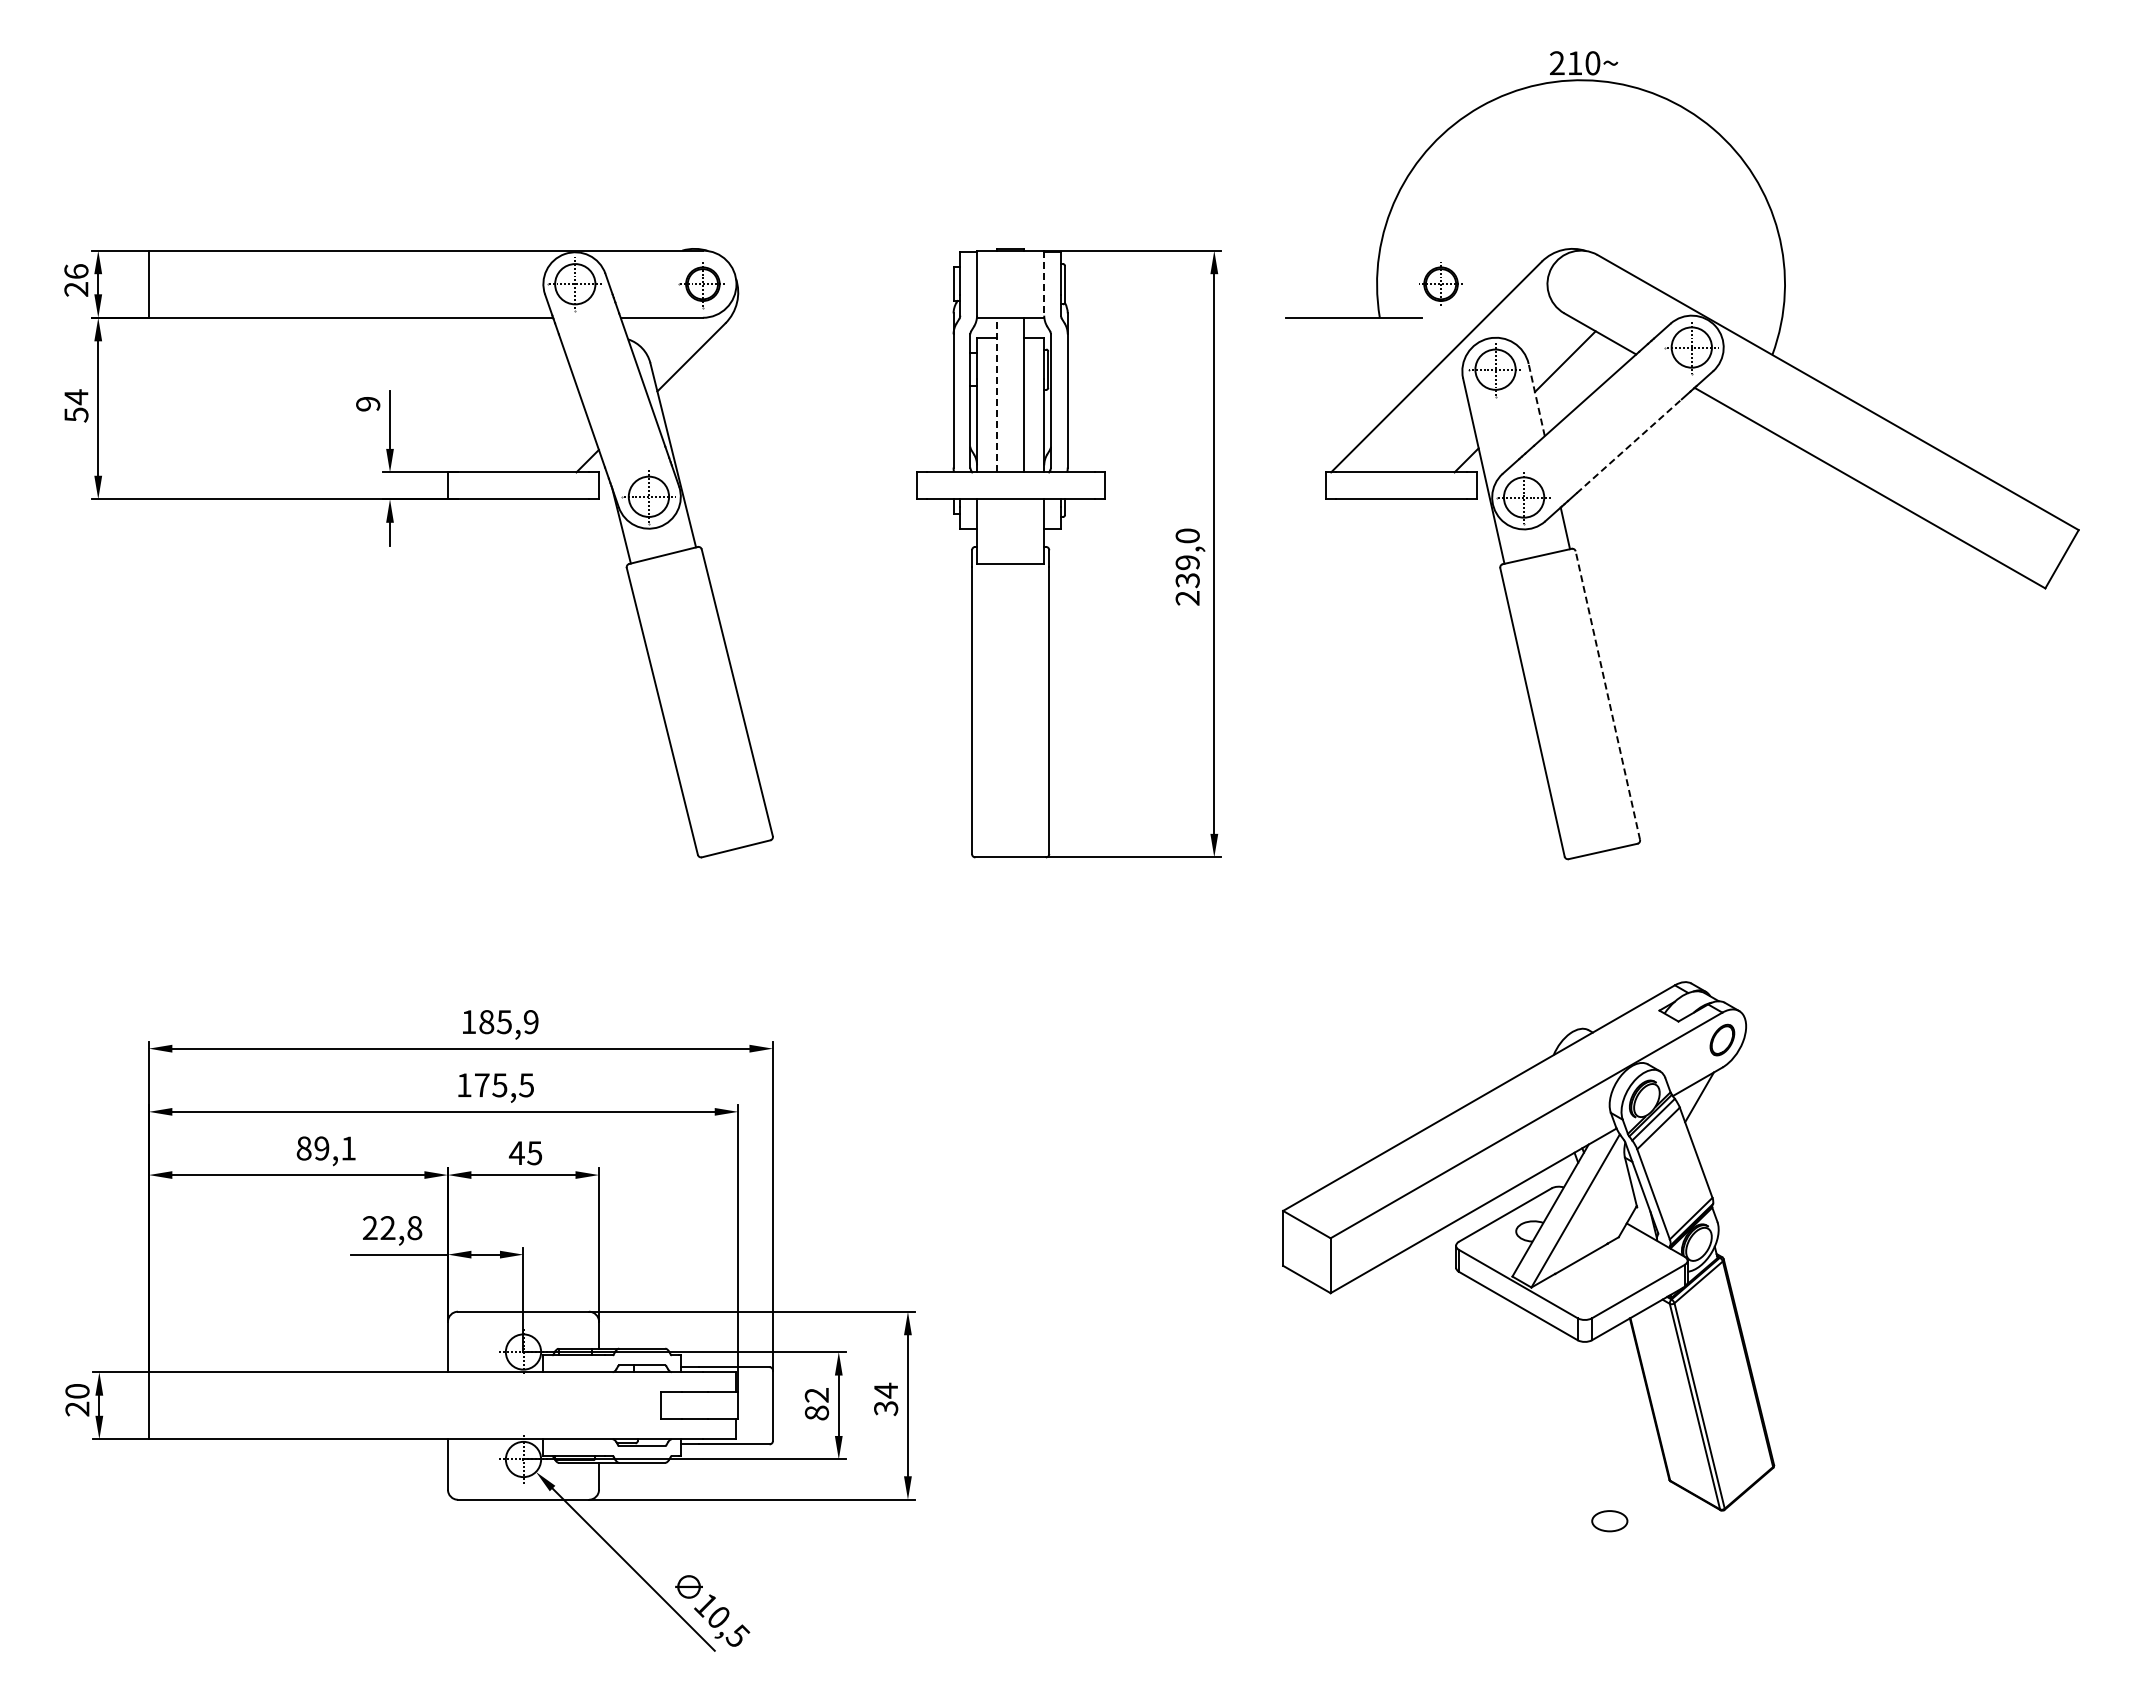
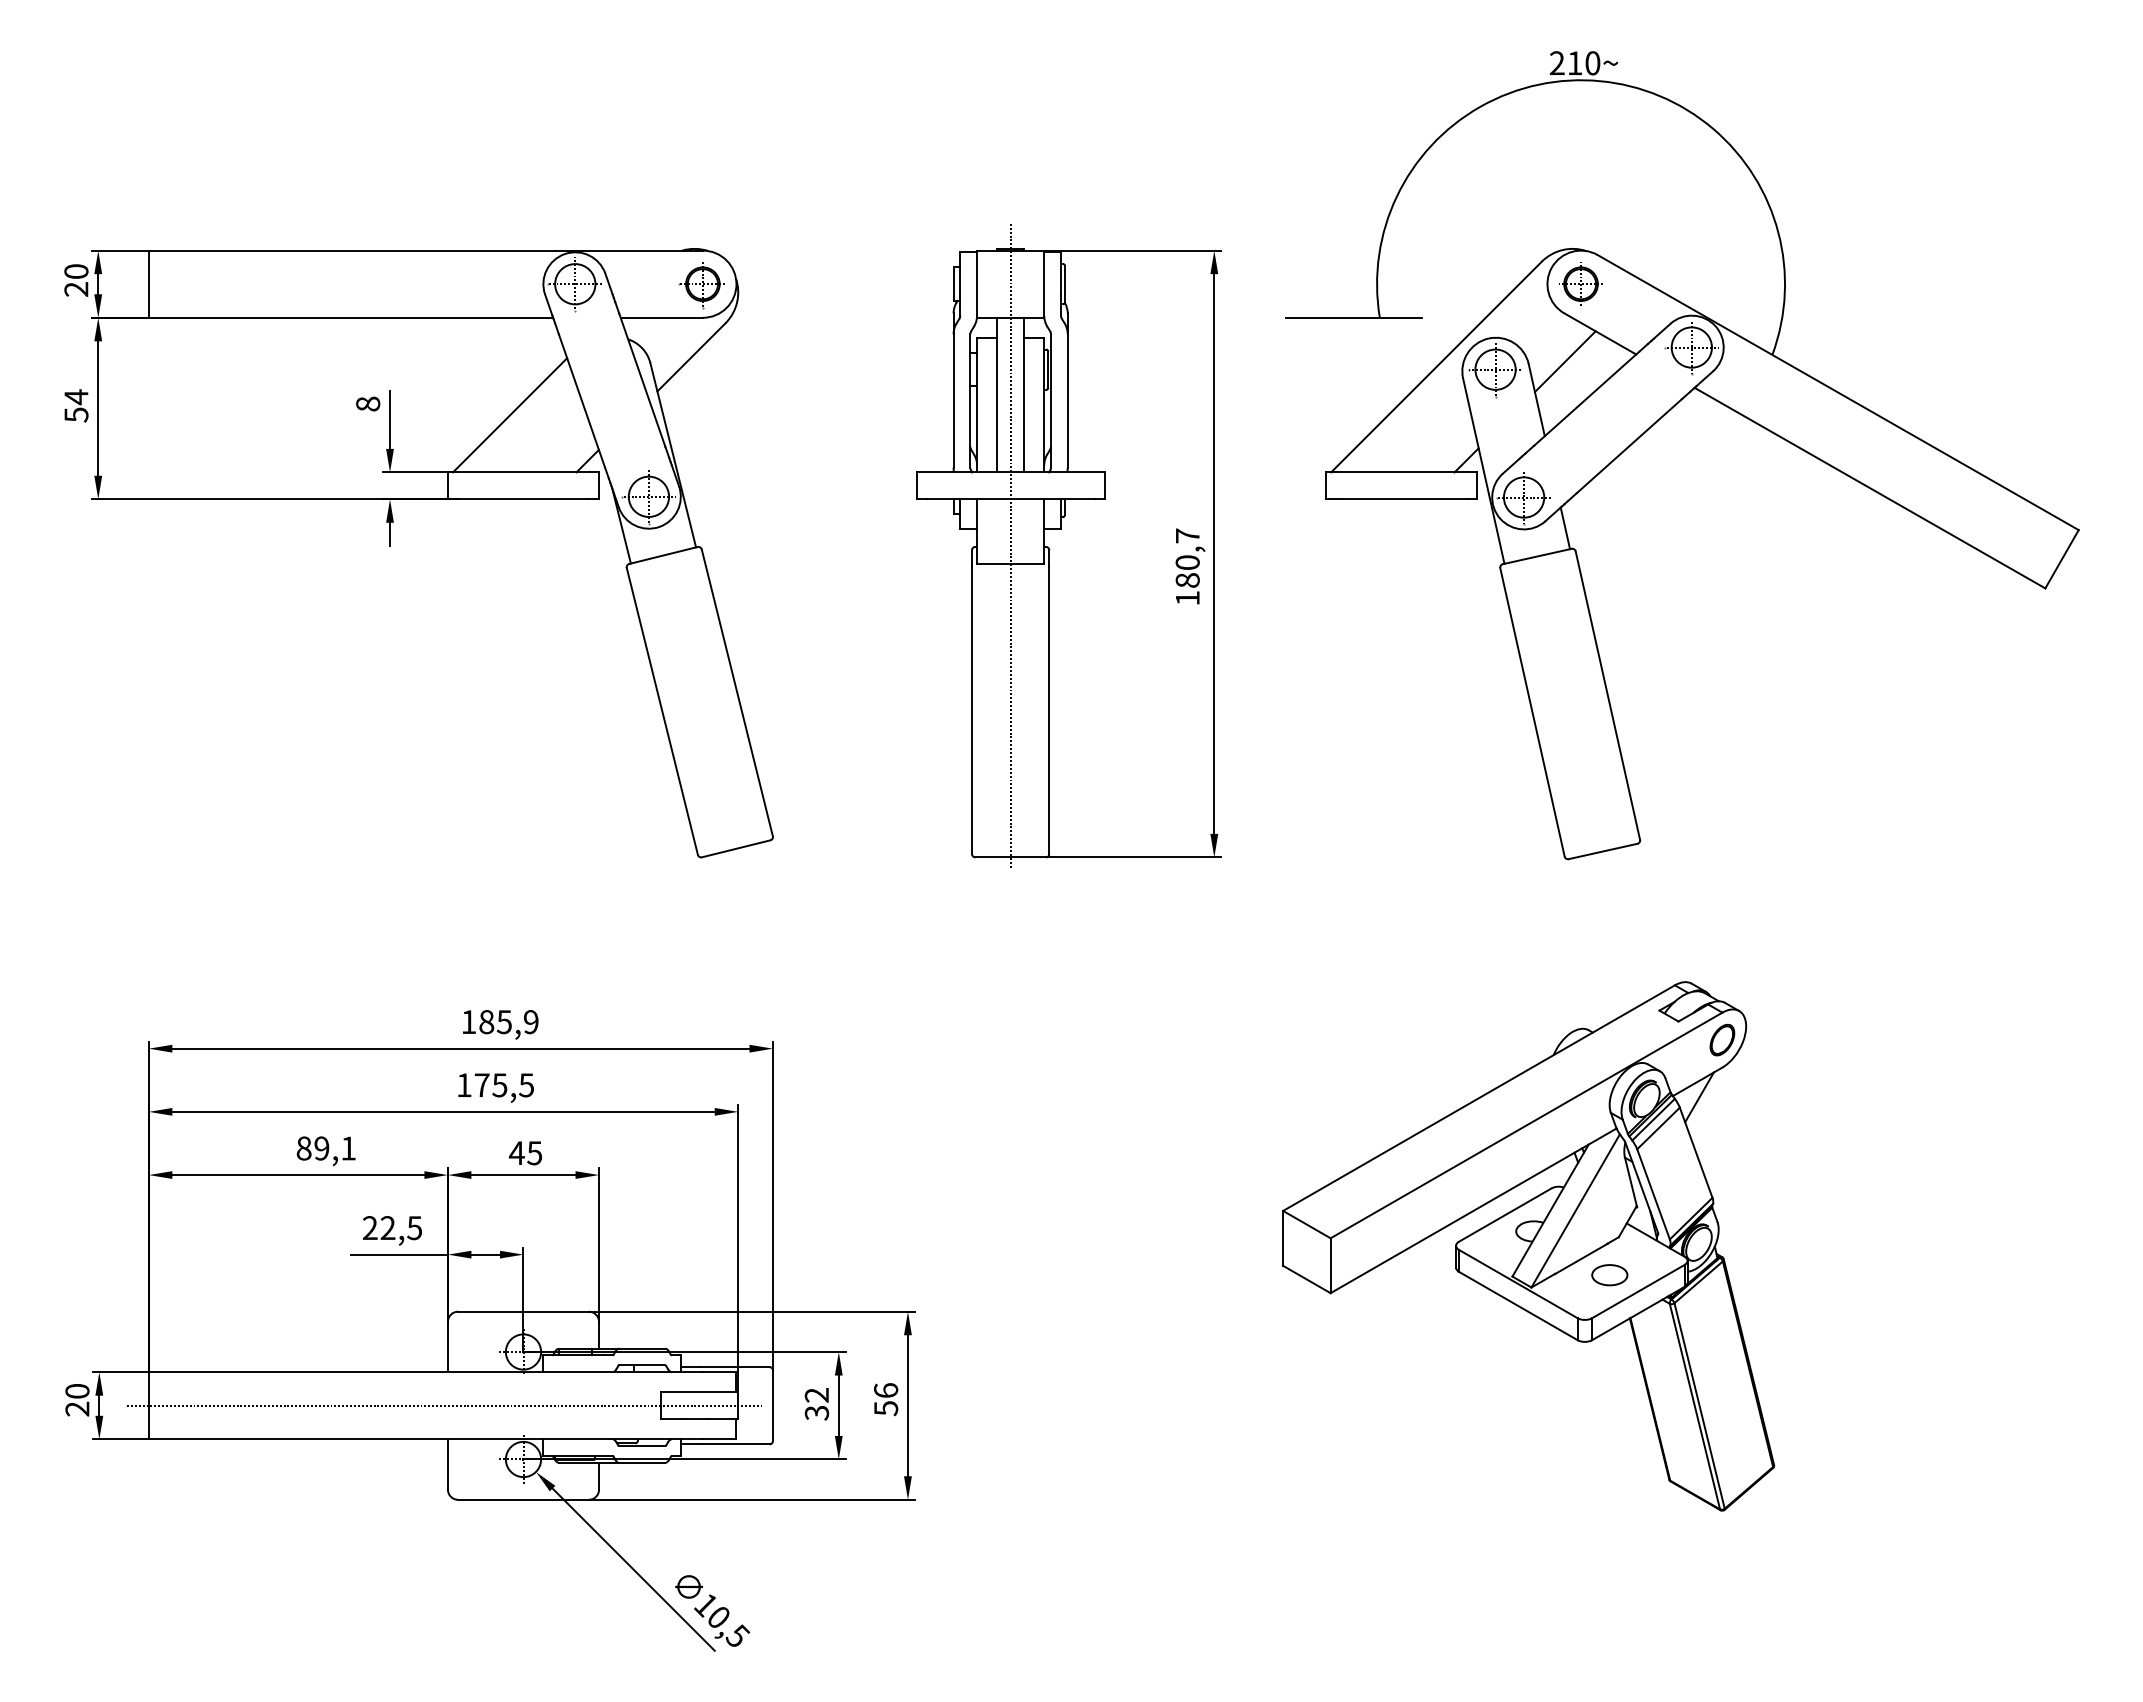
text at (76, 271): 26 -> 20
part at (1440, 283) position: (1440, 283) -> (1580, 283)
line at (1044, 284): dashed -> solid
line at (997, 394): dashed -> solid
line at (1536, 400): dashed -> solid
text at (368, 403): 9 -> 8
line at (509, 415): none -> present
line at (1629, 446): dashed -> solid
line at (1010, 546): none -> present
text at (1187, 566): 239,0 -> 180,7
line at (1607, 695): dashed -> solid
text at (414, 1228): 22,8 -> 22,5
text at (886, 1398): 34 -> 56
line at (443, 1405): none -> present
text at (816, 1412): 82 -> 32
part at (1609, 1521) position: (1609, 1521) -> (1609, 1275)
